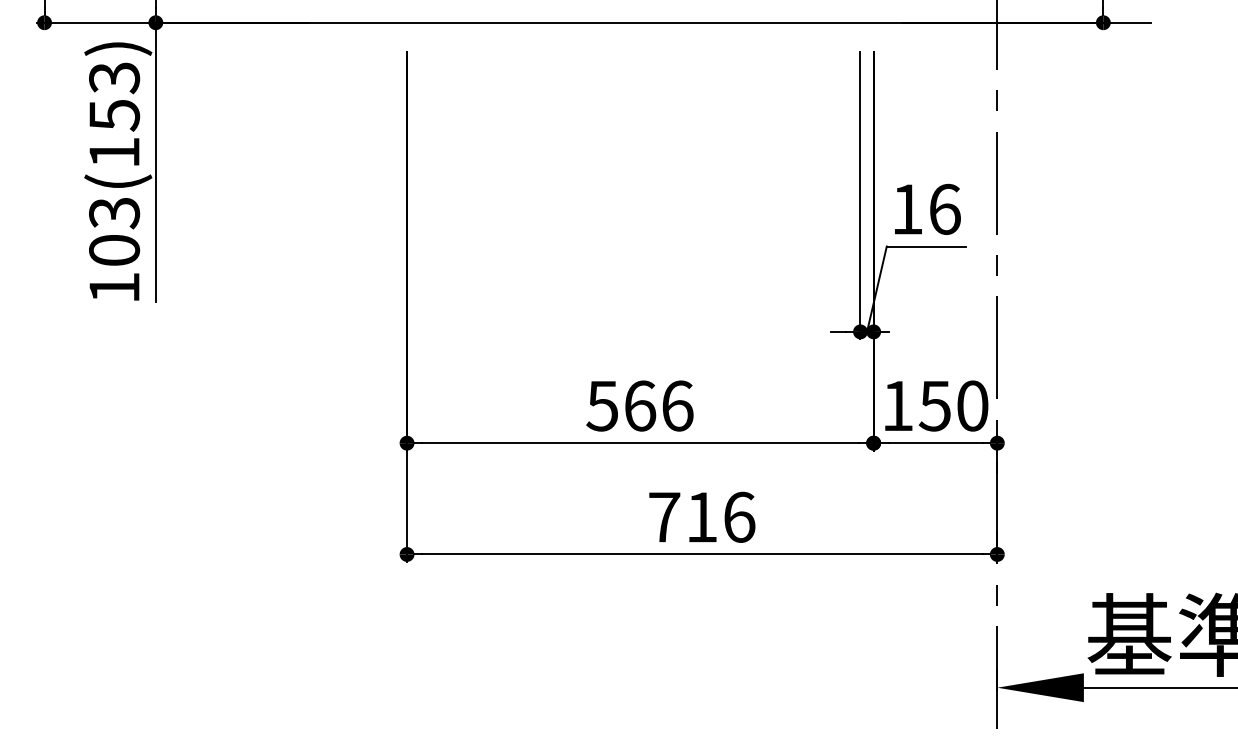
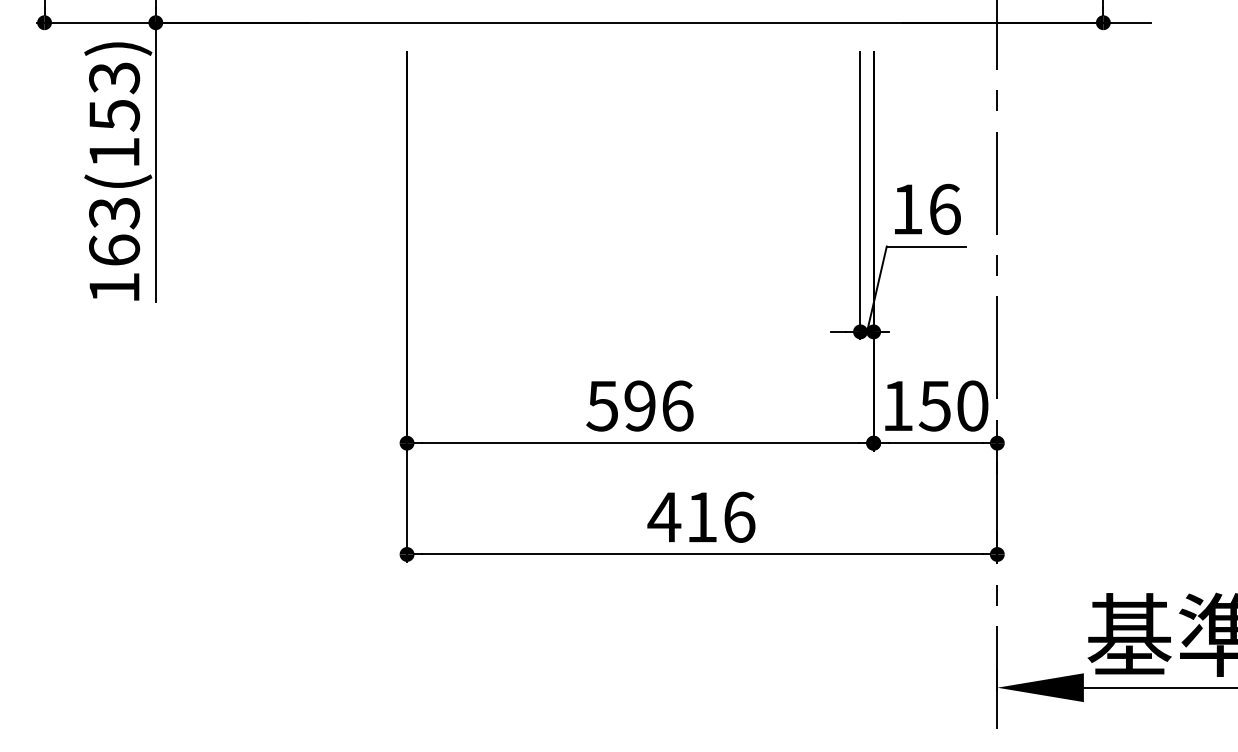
text at (114, 249): 103(153) -> 163(153)
text at (640, 405): 566 -> 596
text at (664, 517): 716 -> 416
